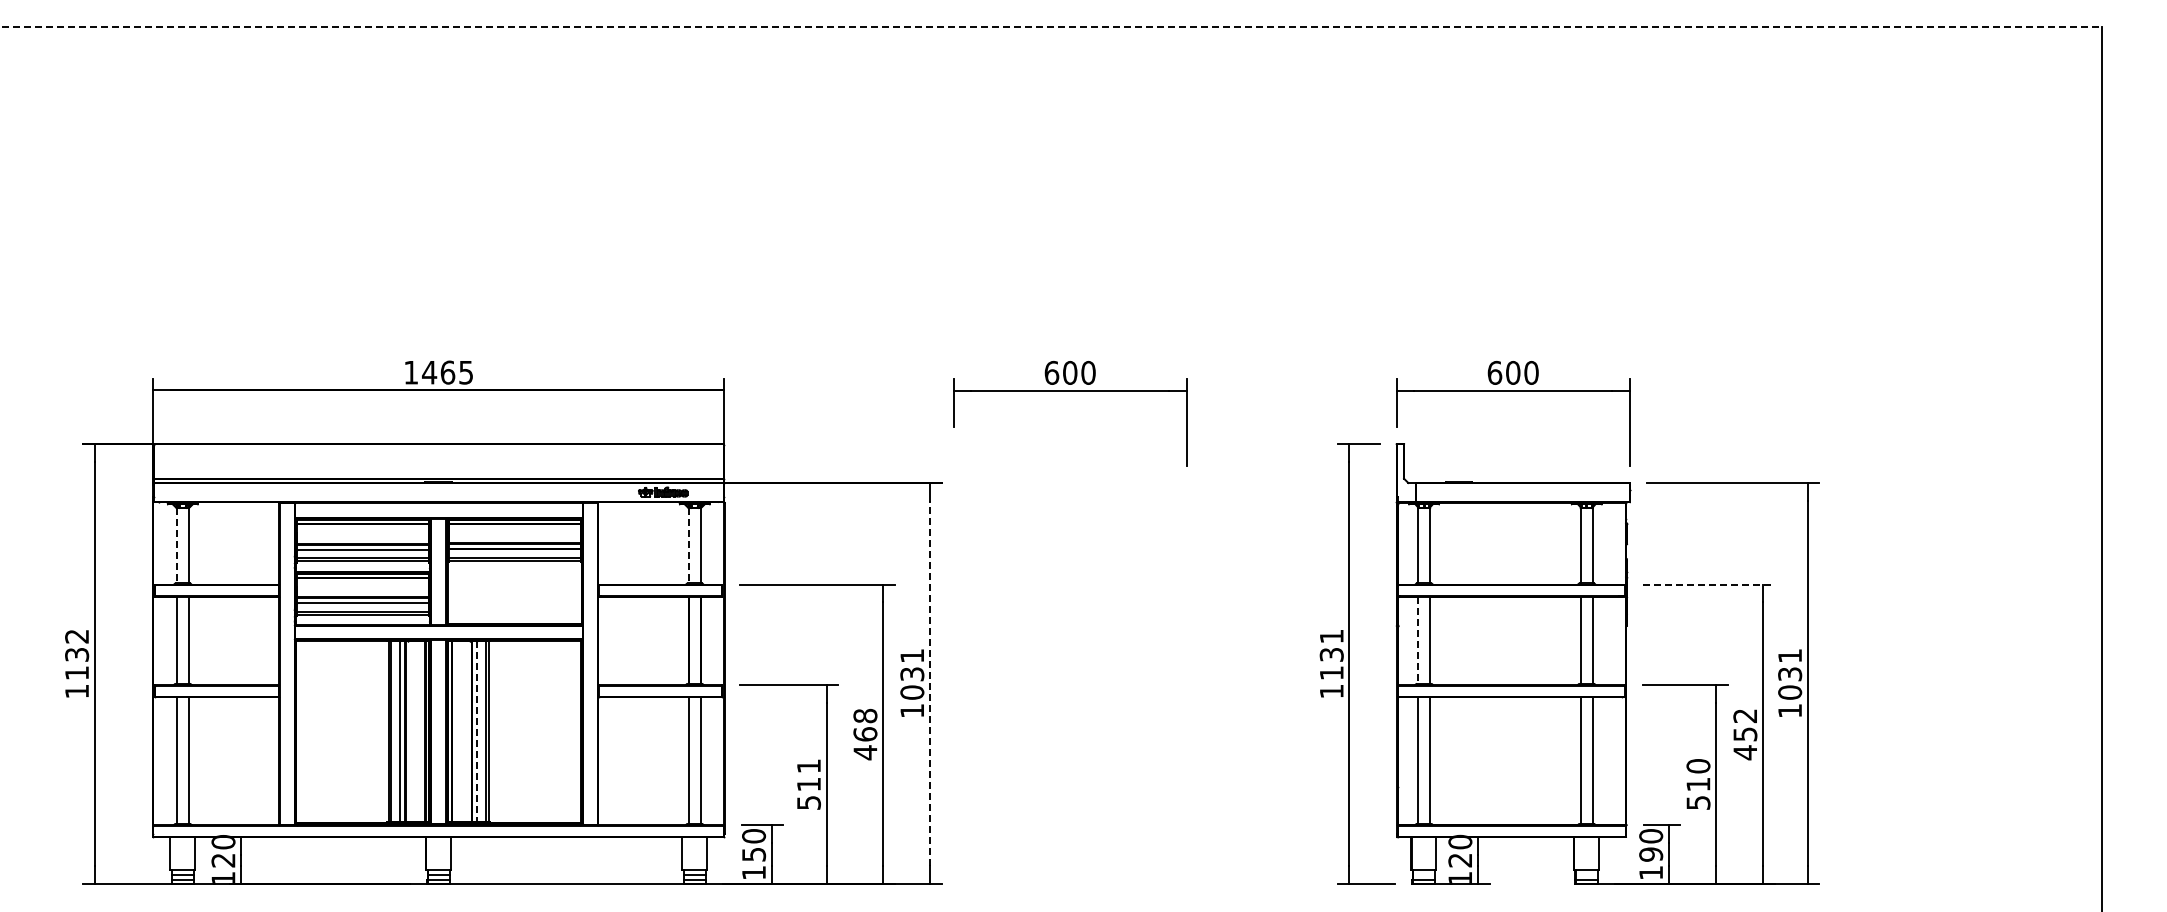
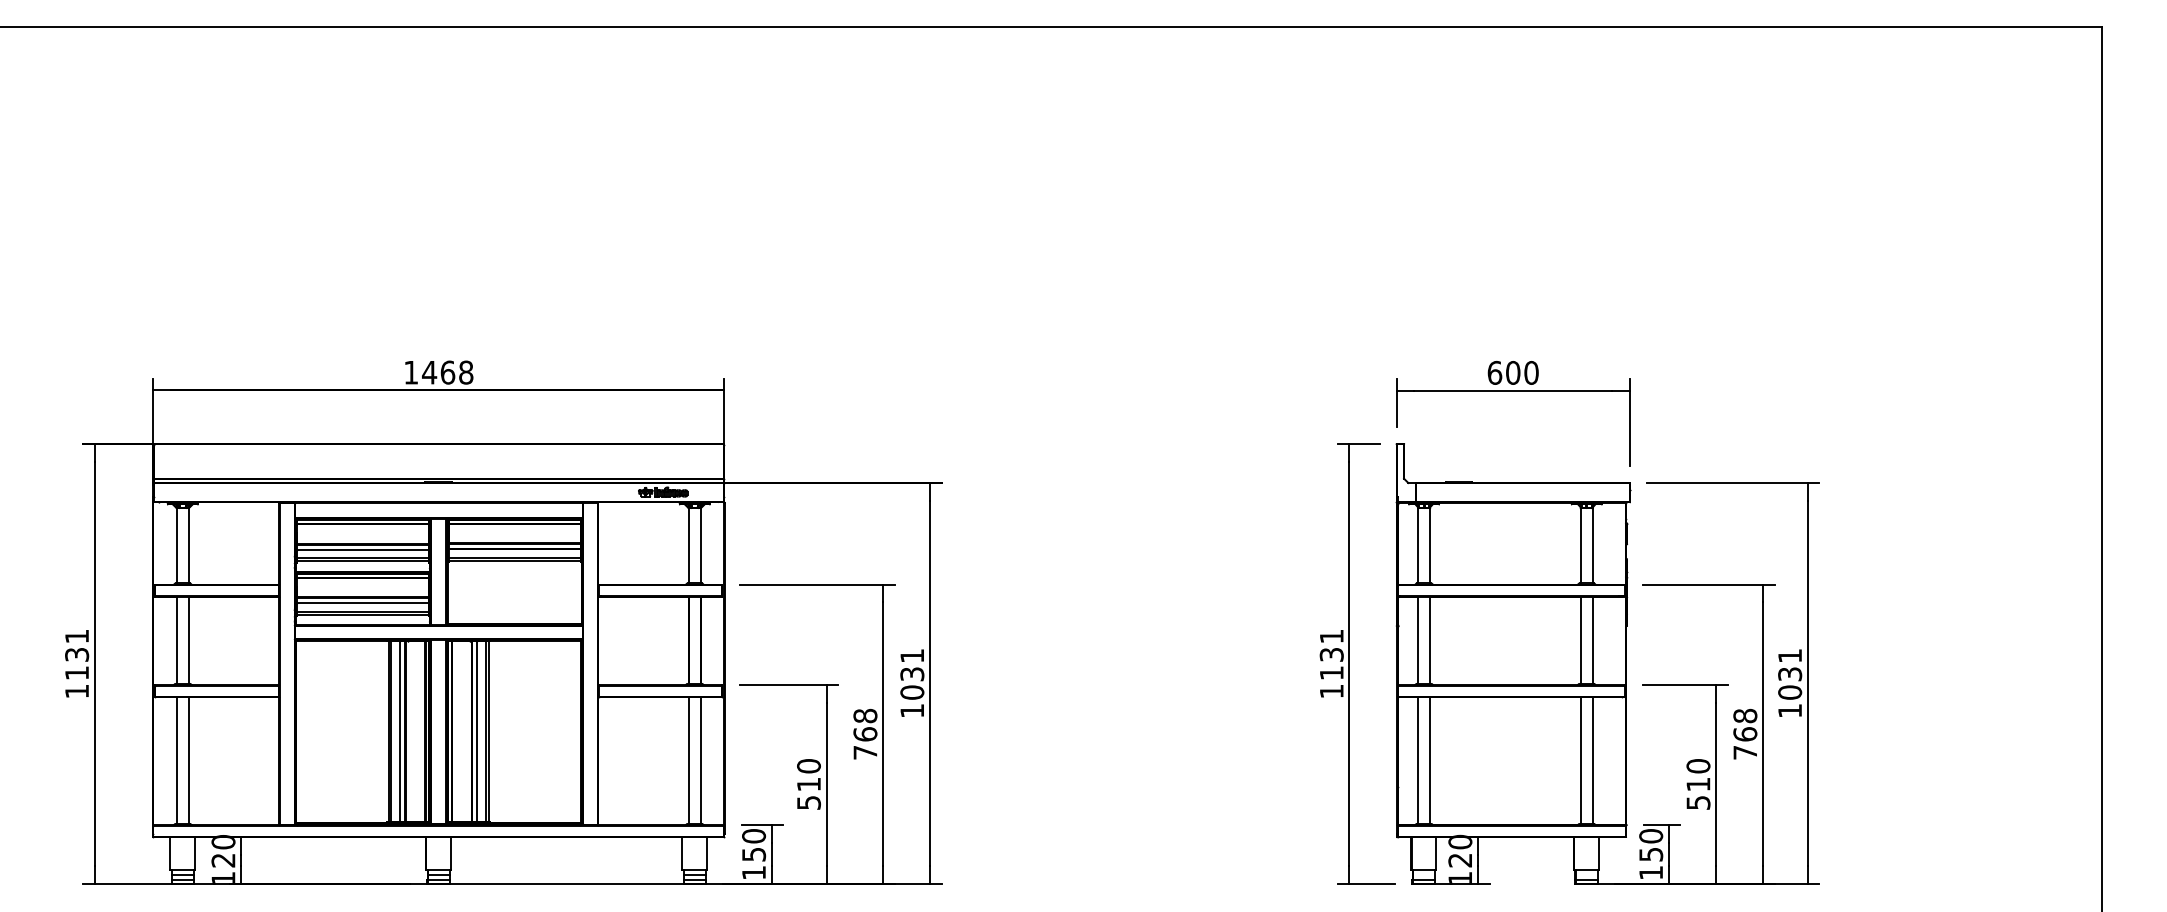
line at (1051, 27): dashed -> solid
text at (466, 372): 1465 -> 1468
part at (1070, 391): present -> none
line at (176, 545): dashed -> solid
line at (688, 545): dashed -> solid
line at (1708, 584): dashed -> solid
text at (76, 636): 1132 -> 1131
line at (1418, 640): dashed -> solid
line at (929, 683): dashed -> solid
line at (477, 732): dashed -> solid
text at (1745, 734): 452 -> 768
text at (865, 752): 468 -> 768
text at (808, 766): 511 -> 510
text at (1650, 854): 190 -> 150
